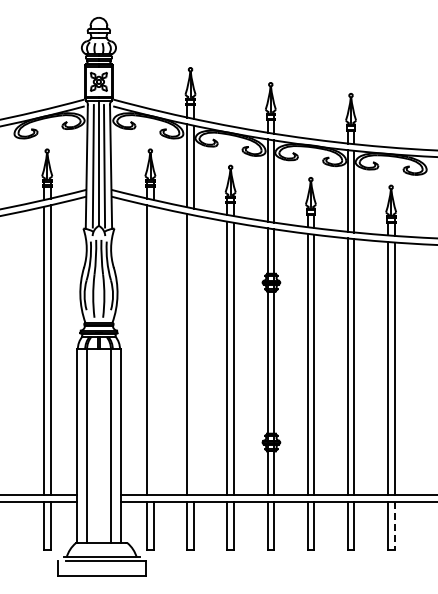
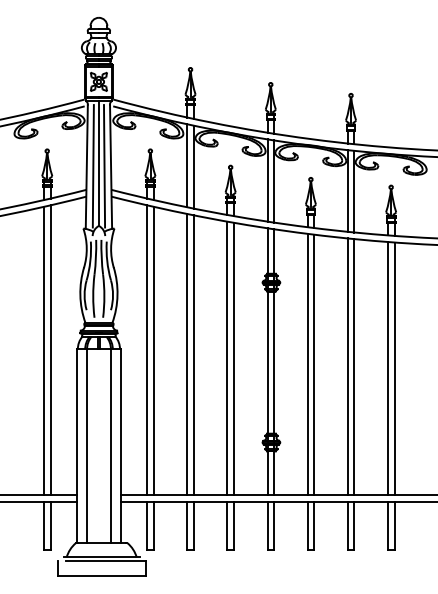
line at (153, 350): none -> present
line at (193, 355): none -> present
line at (394, 525): dashed -> solid
